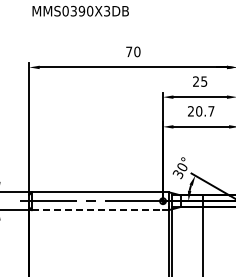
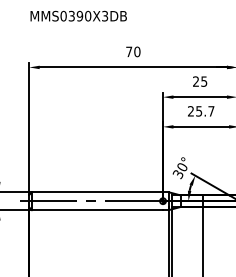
text at (80, 10) position: (80, 10) -> (78, 15)
text at (199, 111): 20.7 -> 25.7
line at (97, 210): dashed -> solid
